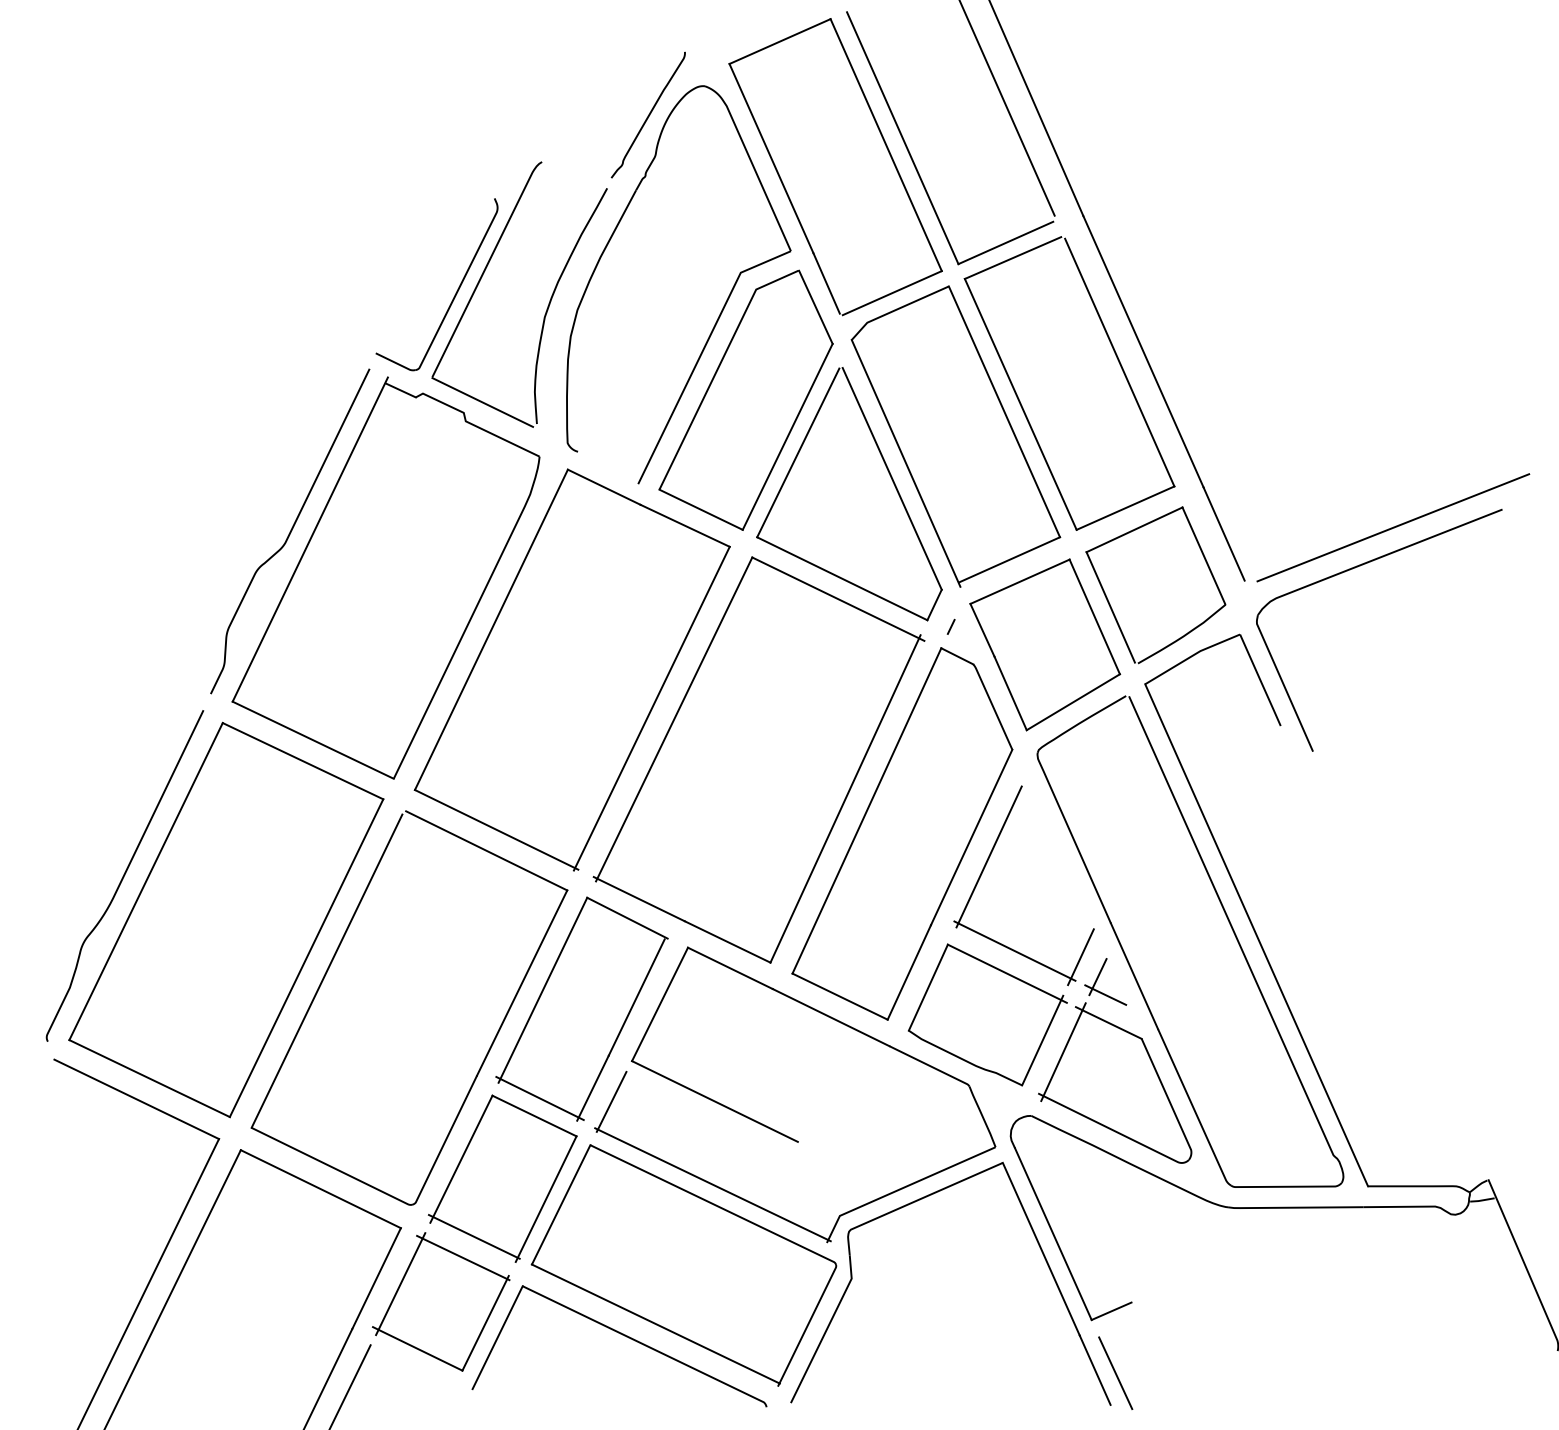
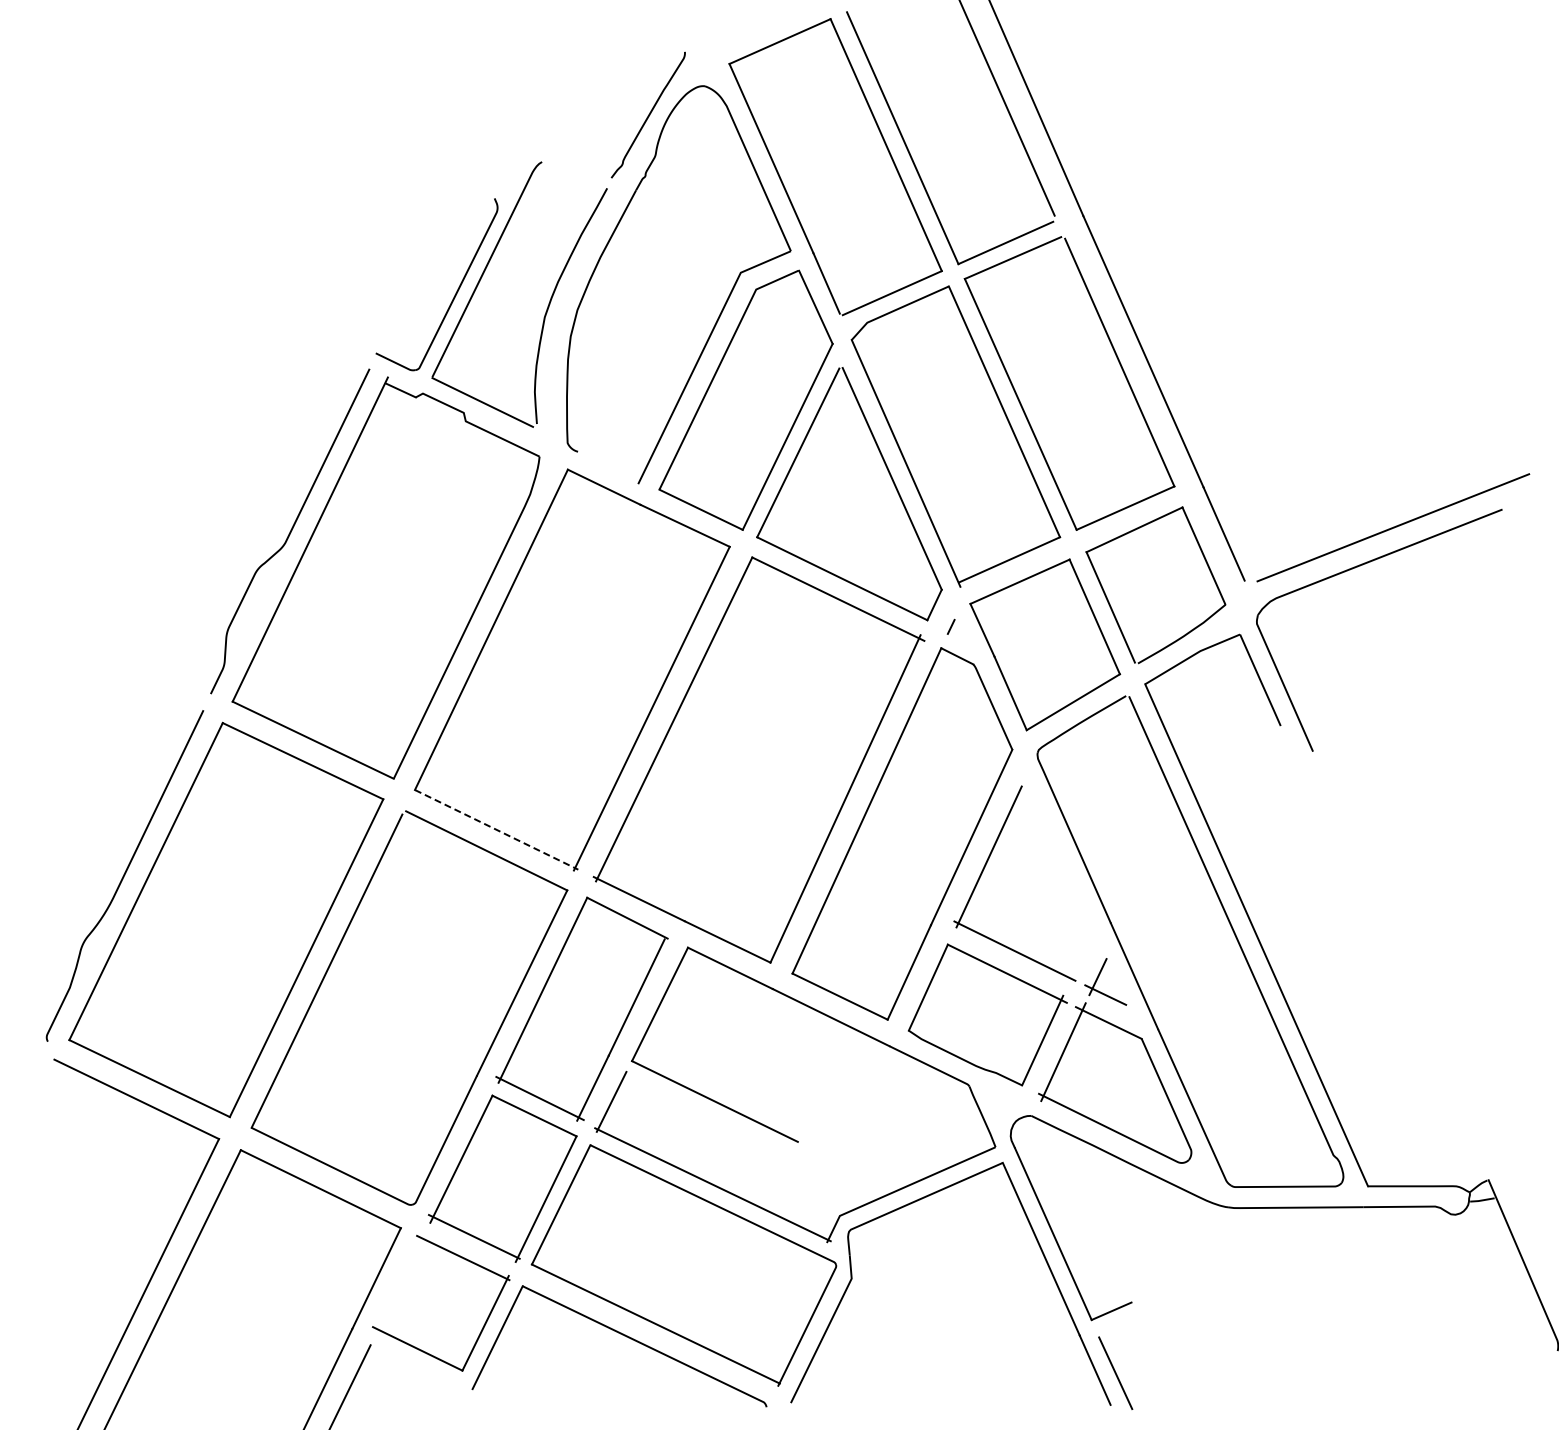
line at (496, 829): solid -> dashed
line at (1080, 957): present -> none
line at (400, 1284): present -> none
